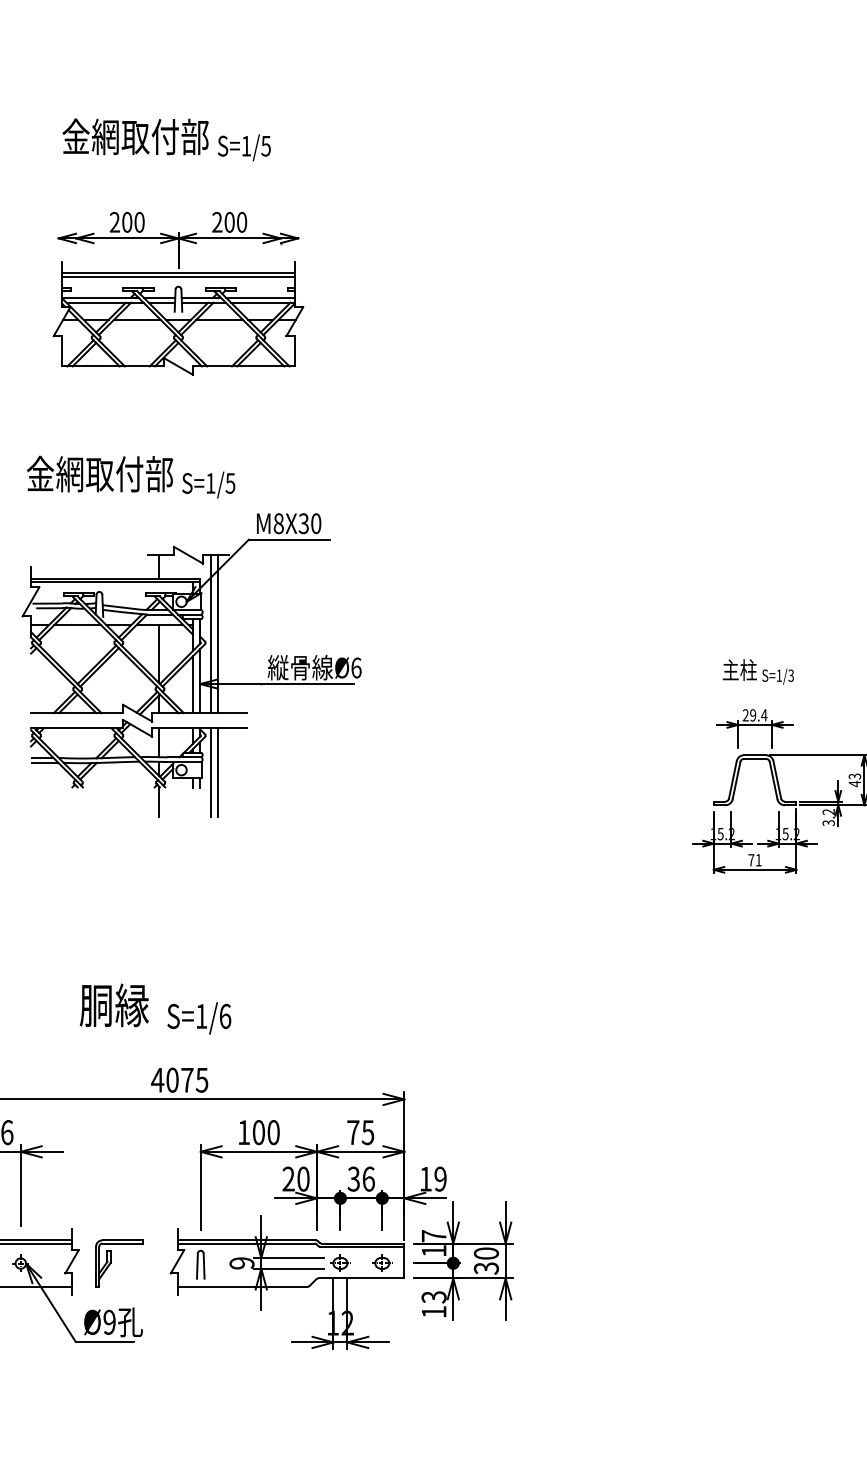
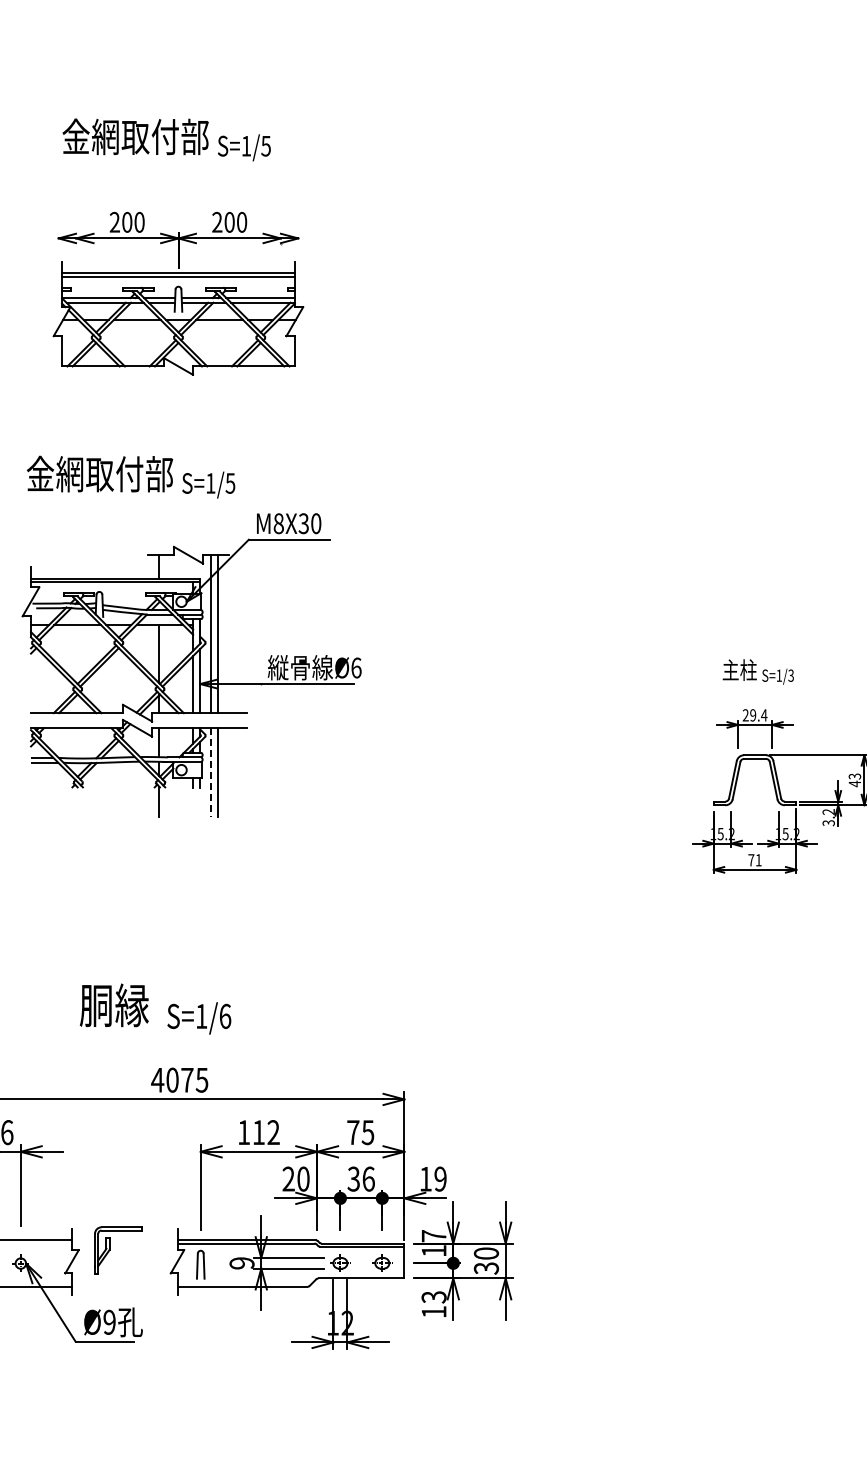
line at (210, 773): solid -> dashed
text at (266, 1132): 100 -> 112
line at (37, 1243): present -> none
part at (111, 1263) position: (111, 1263) -> (110, 1250)
